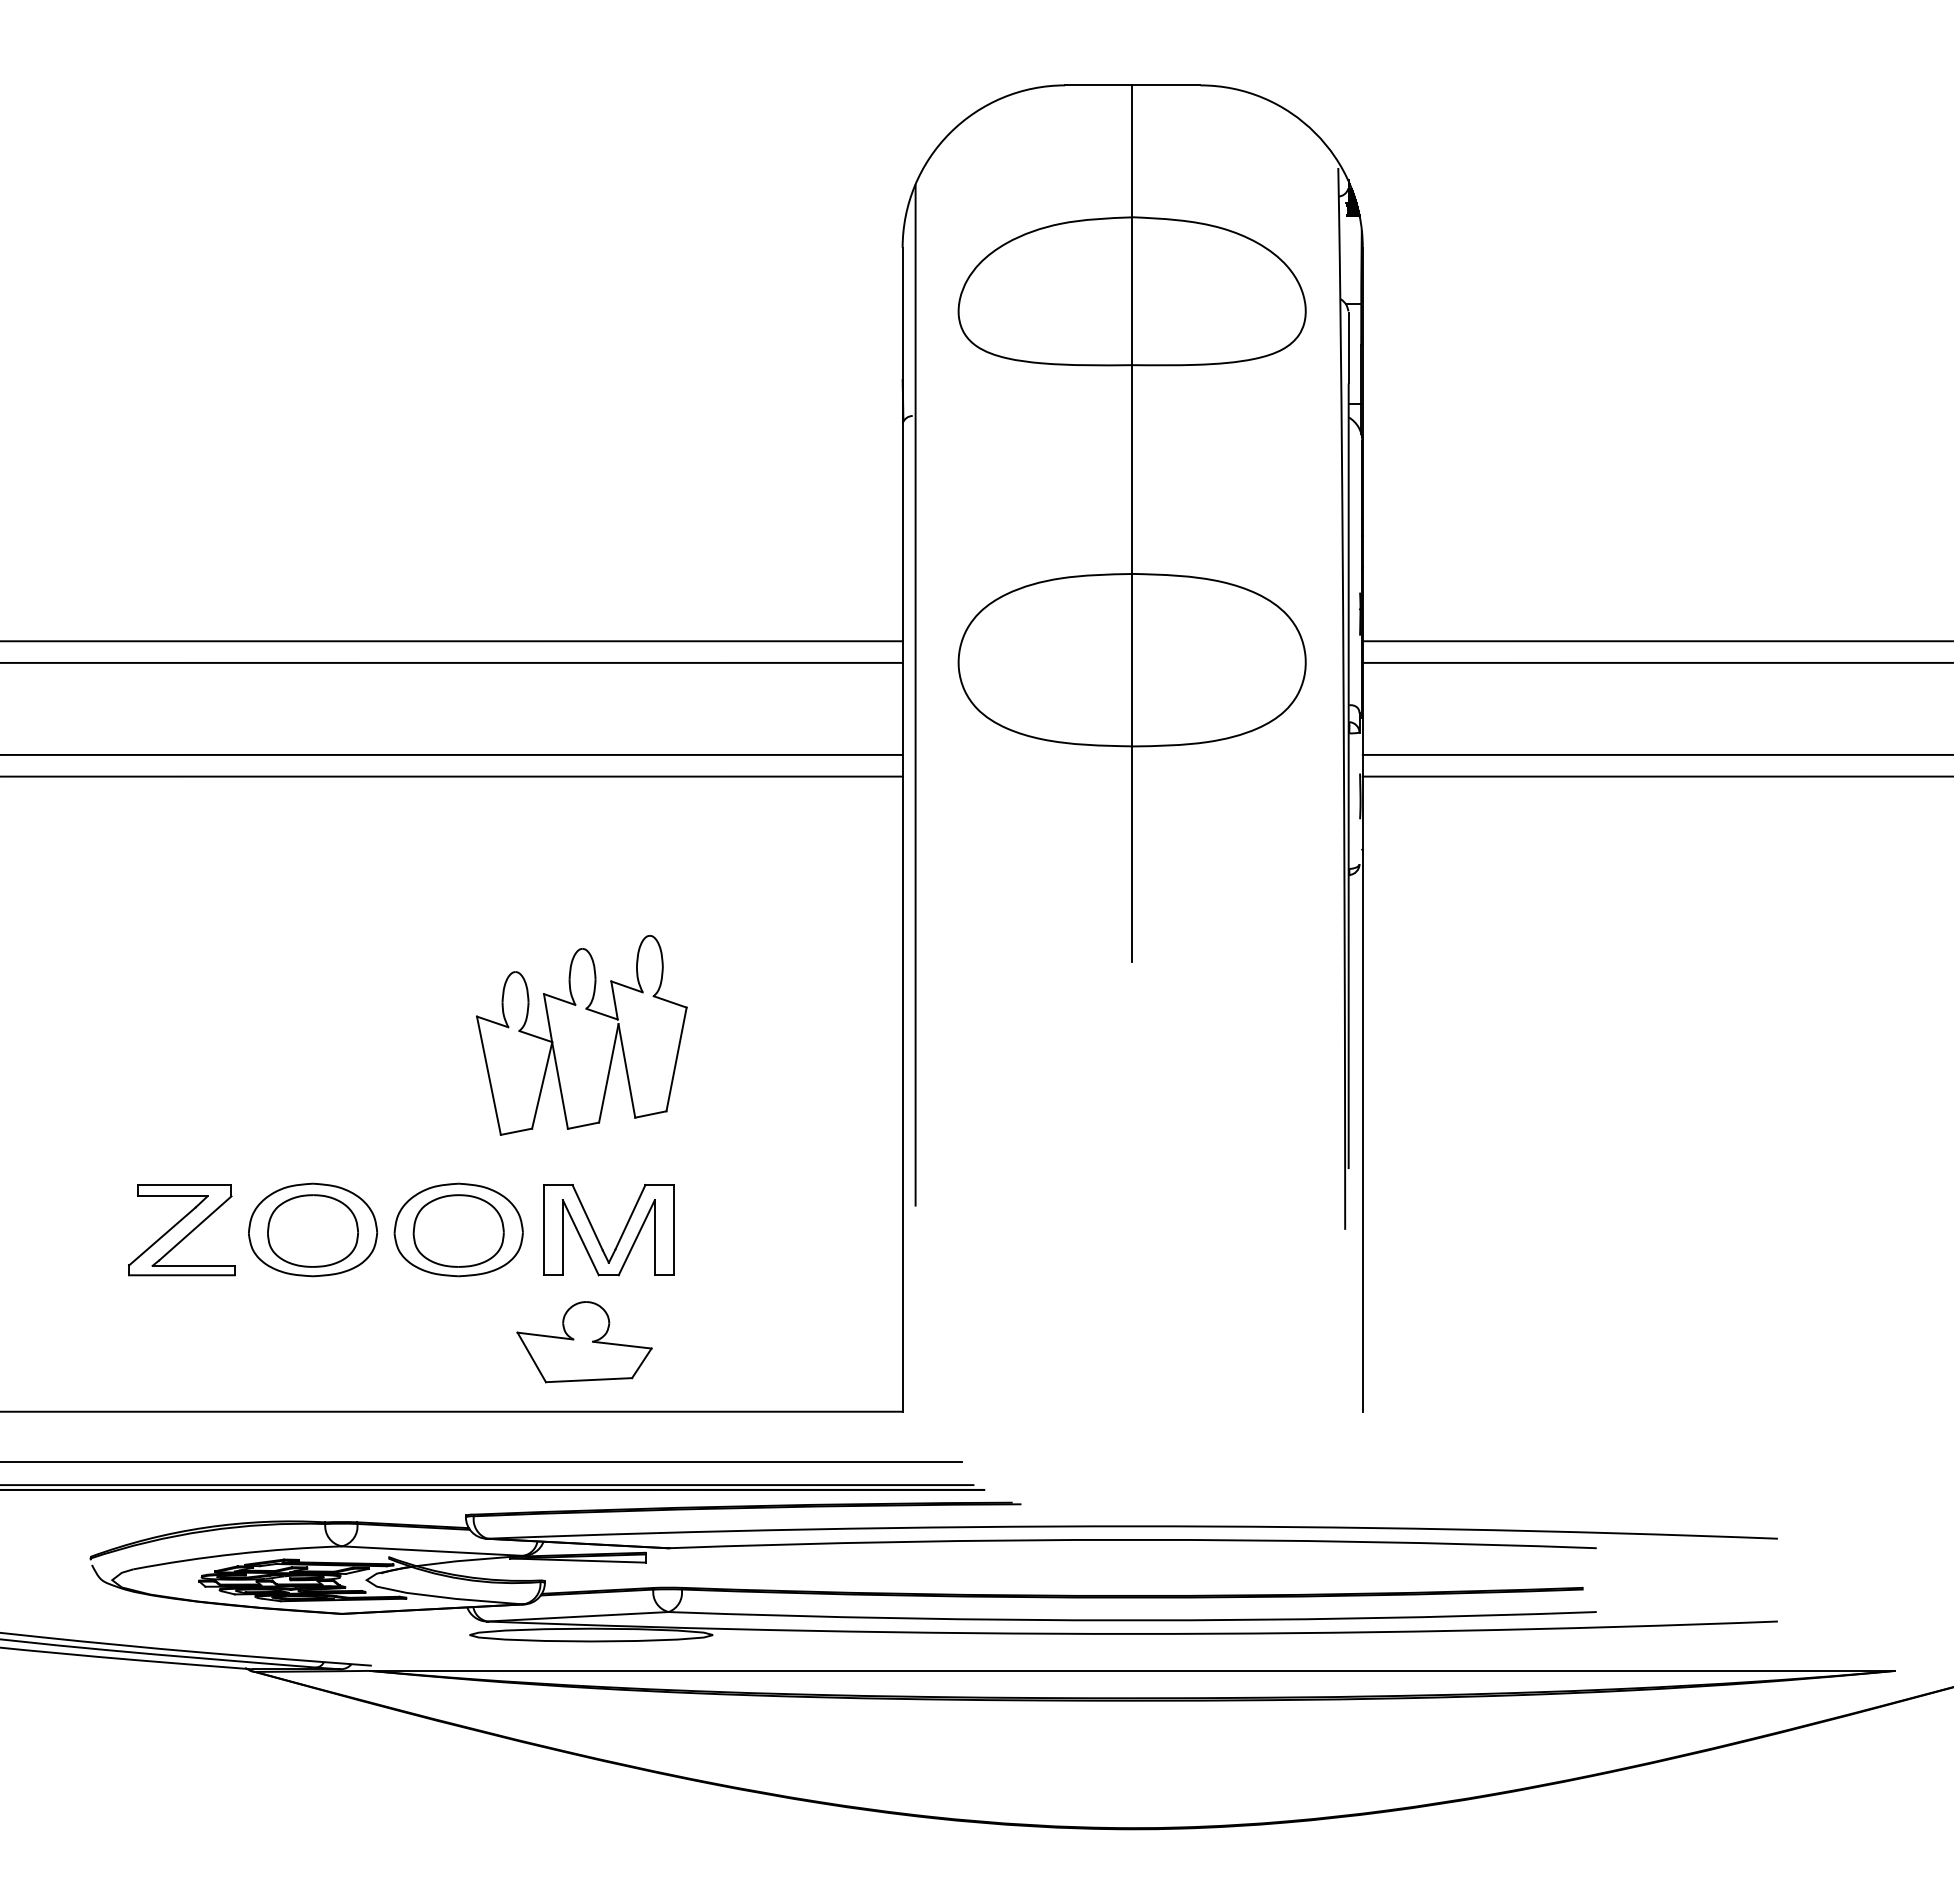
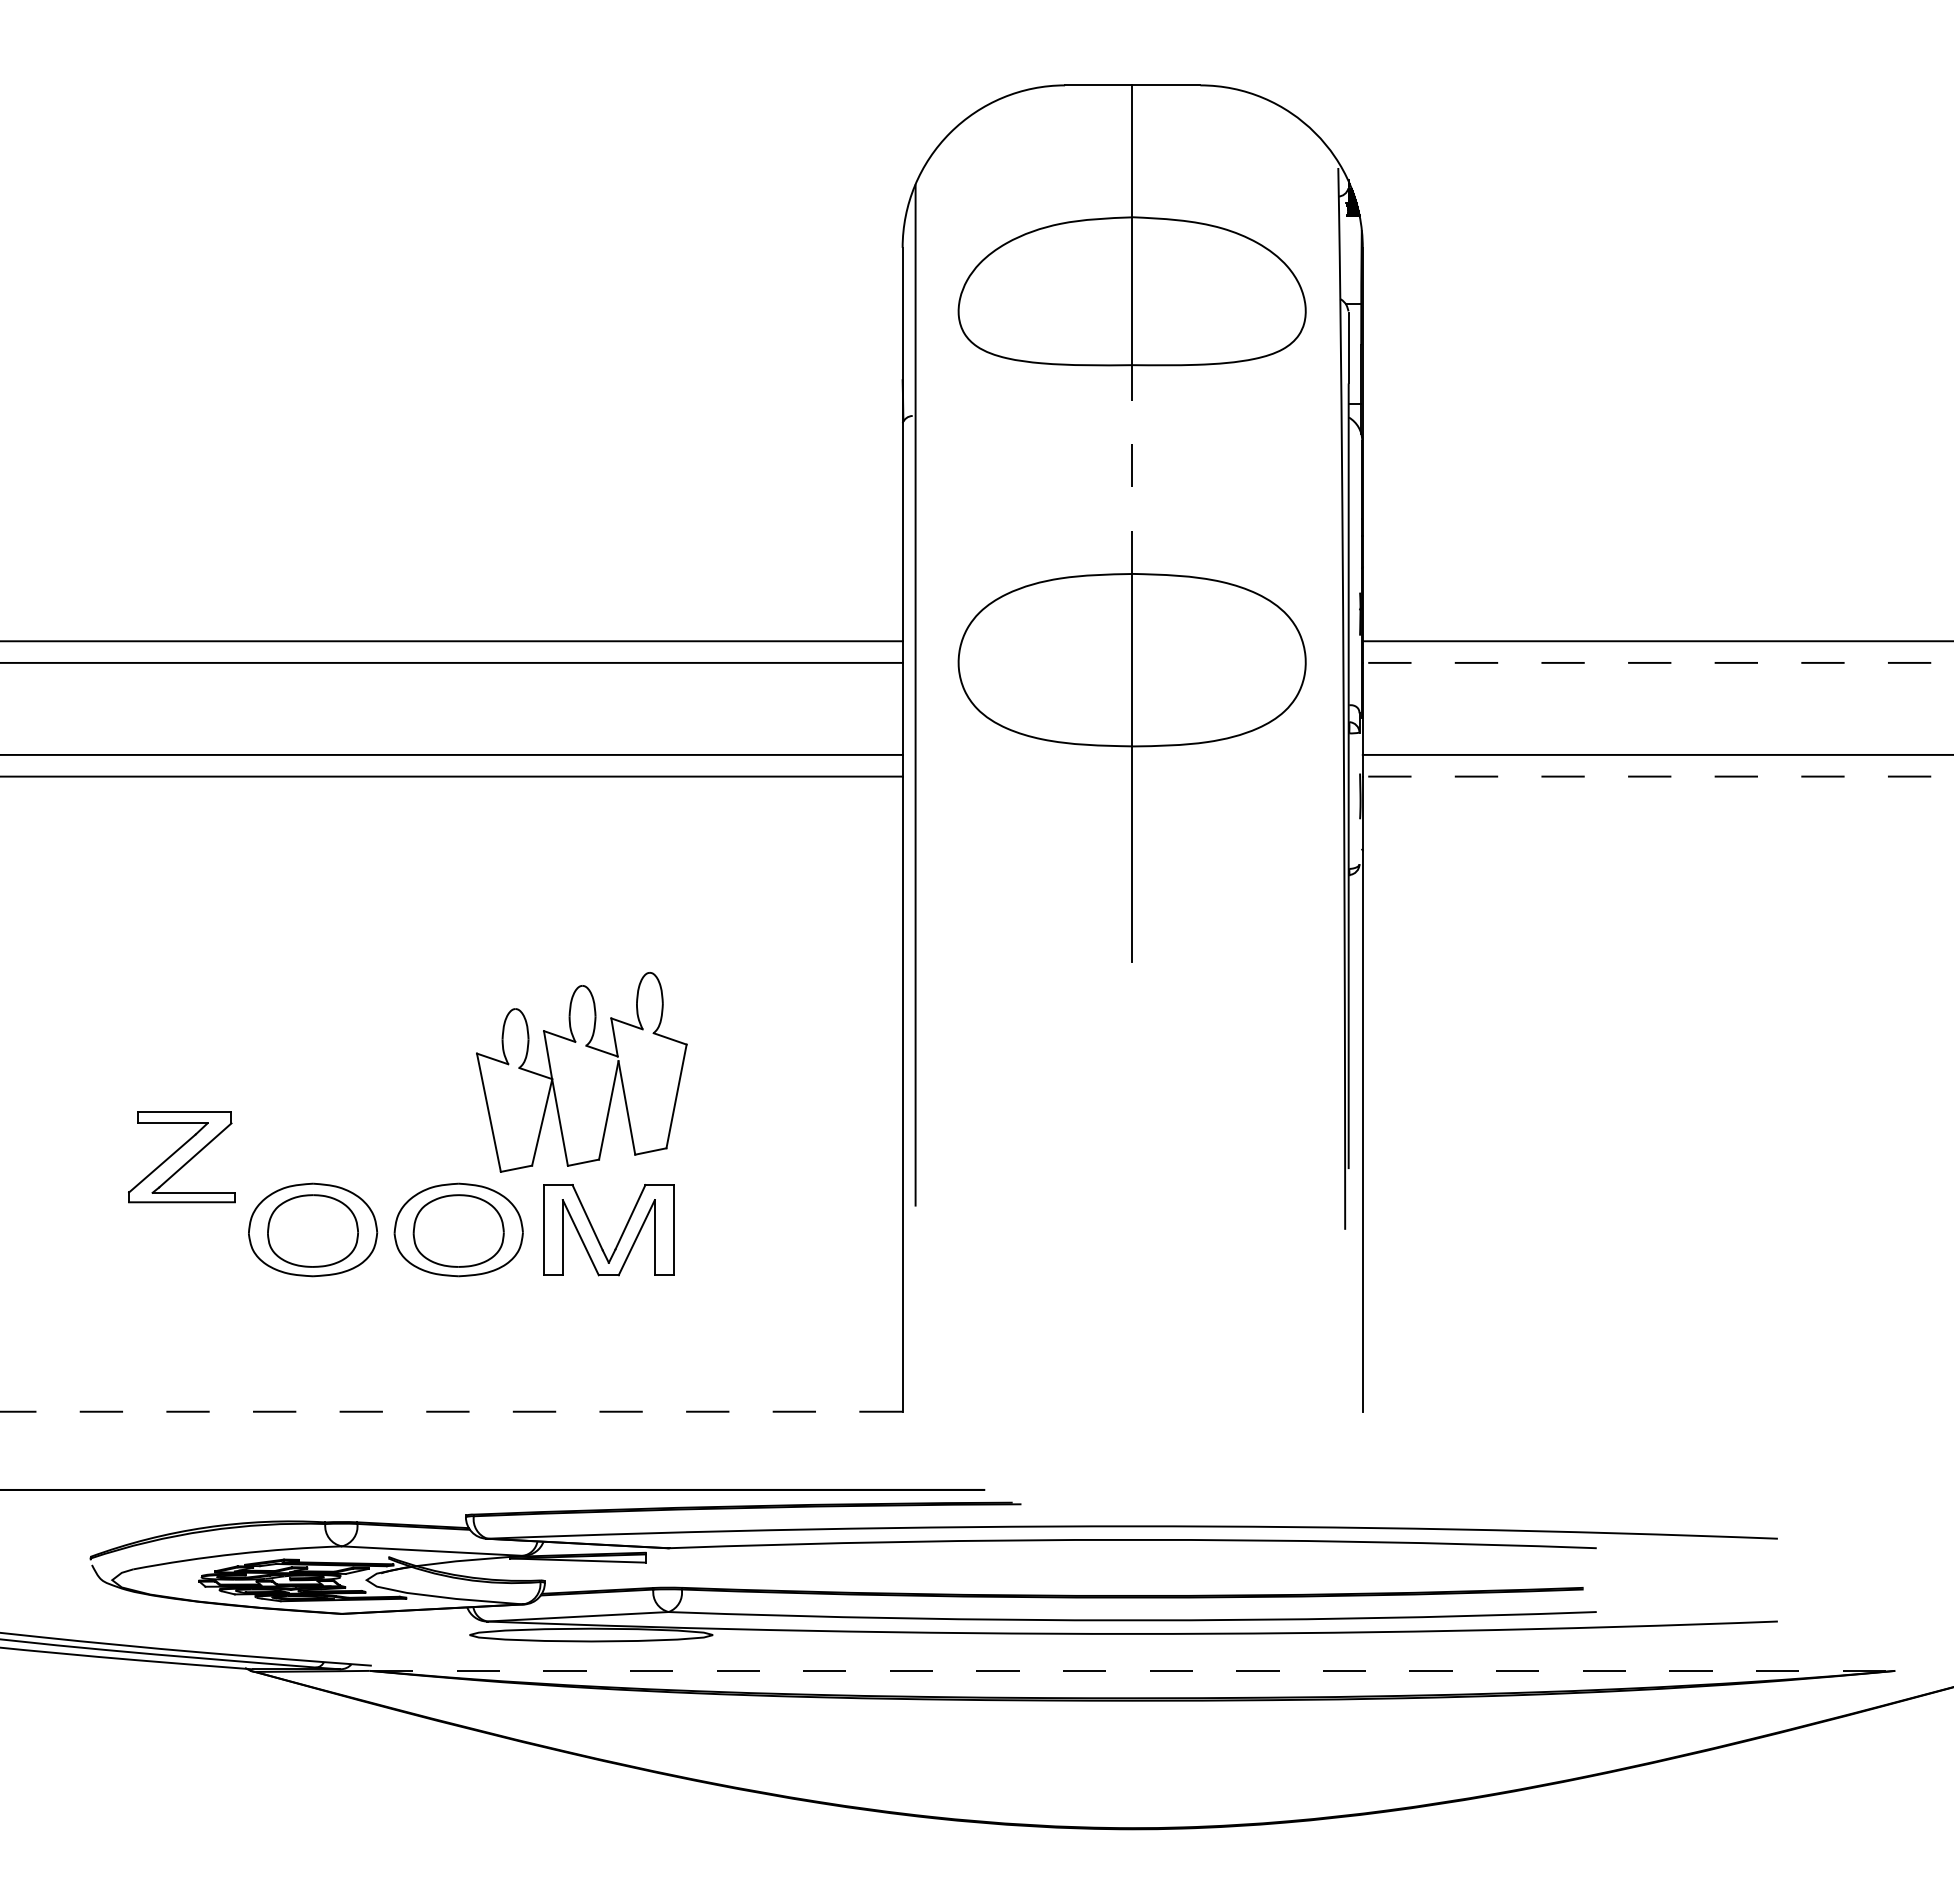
line at (1132, 469): solid -> dashed
line at (1657, 662): solid -> dashed
line at (1657, 776): solid -> dashed
part at (581, 1035) position: (581, 1035) -> (581, 1072)
part at (181, 1230) position: (181, 1230) -> (181, 1157)
part at (584, 1342): present -> none
line at (451, 1411): solid -> dashed
line at (482, 1462): present -> none
line at (487, 1485): present -> none
line at (1132, 1670): solid -> dashed
